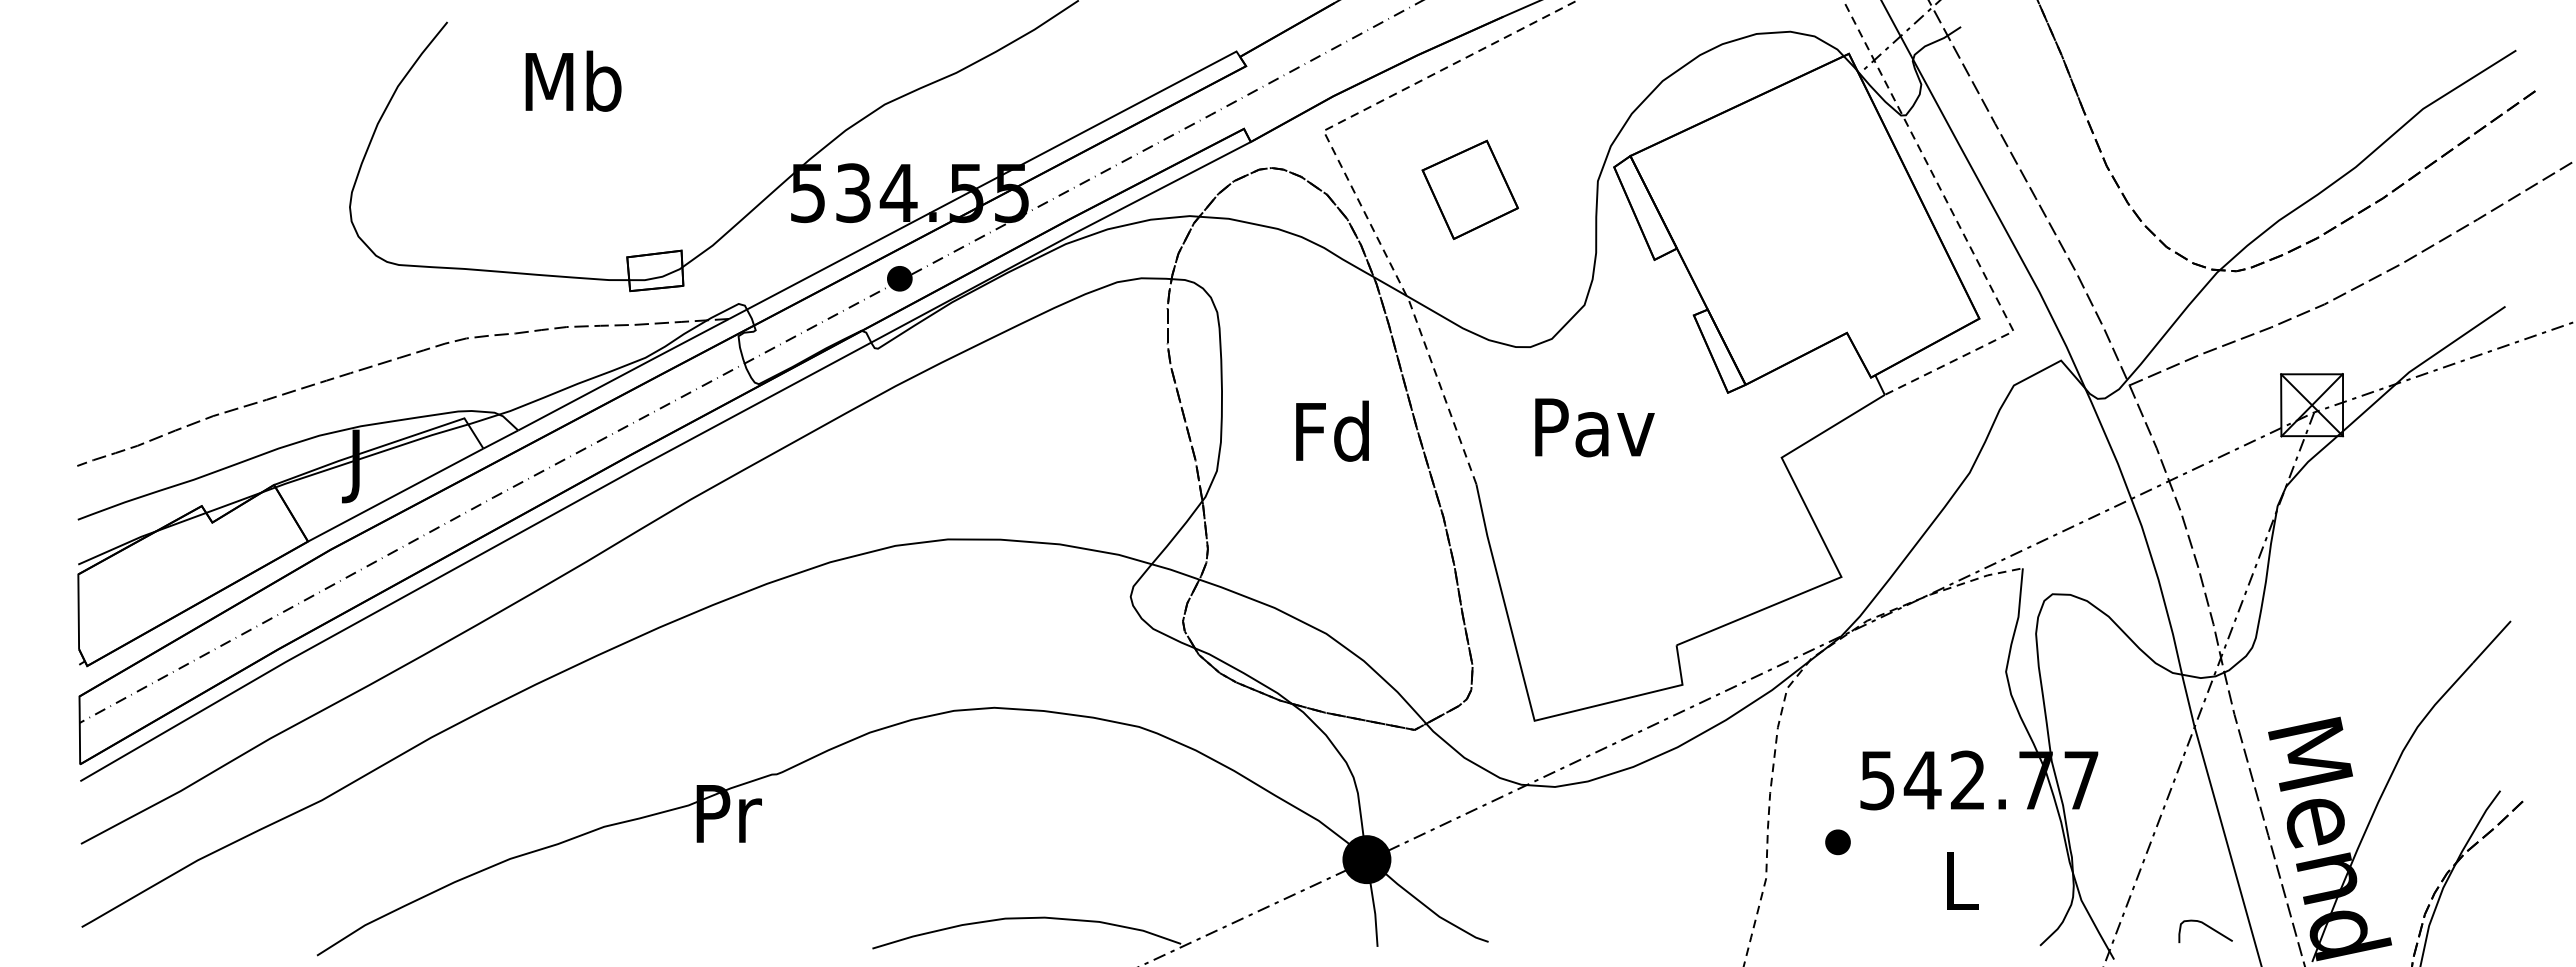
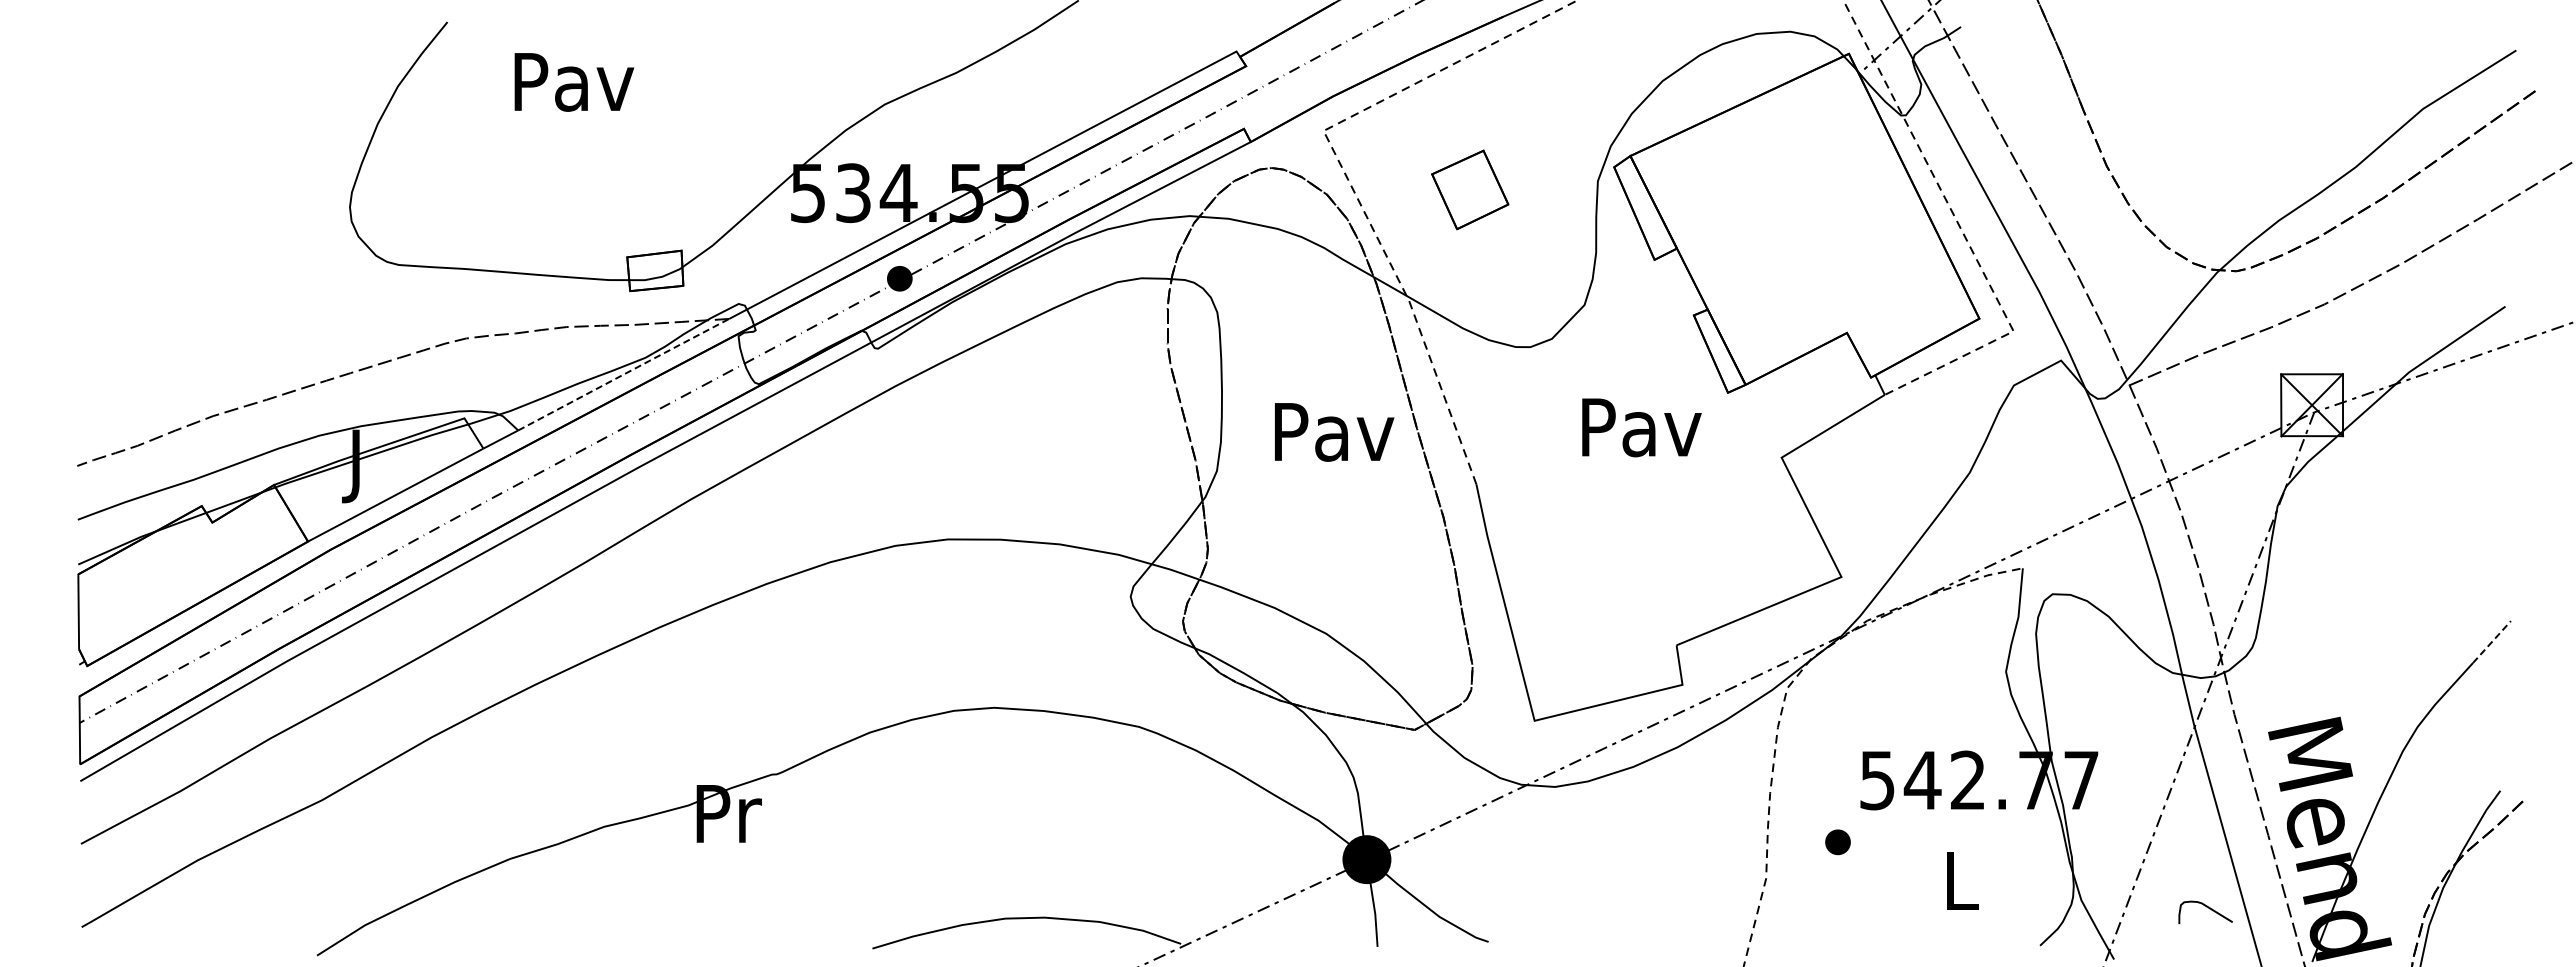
text at (574, 80): Mb -> Pav
part at (1469, 189) size: 98x102 px -> 79x82 px
line at (624, 374): solid -> dashed
text at (1594, 427) position: (1594, 427) -> (1641, 427)
text at (1334, 430): Fd -> Pav
line at (2492, 641): solid -> dashed
curve at (2208, 927) position: (2208, 927) -> (2208, 908)
